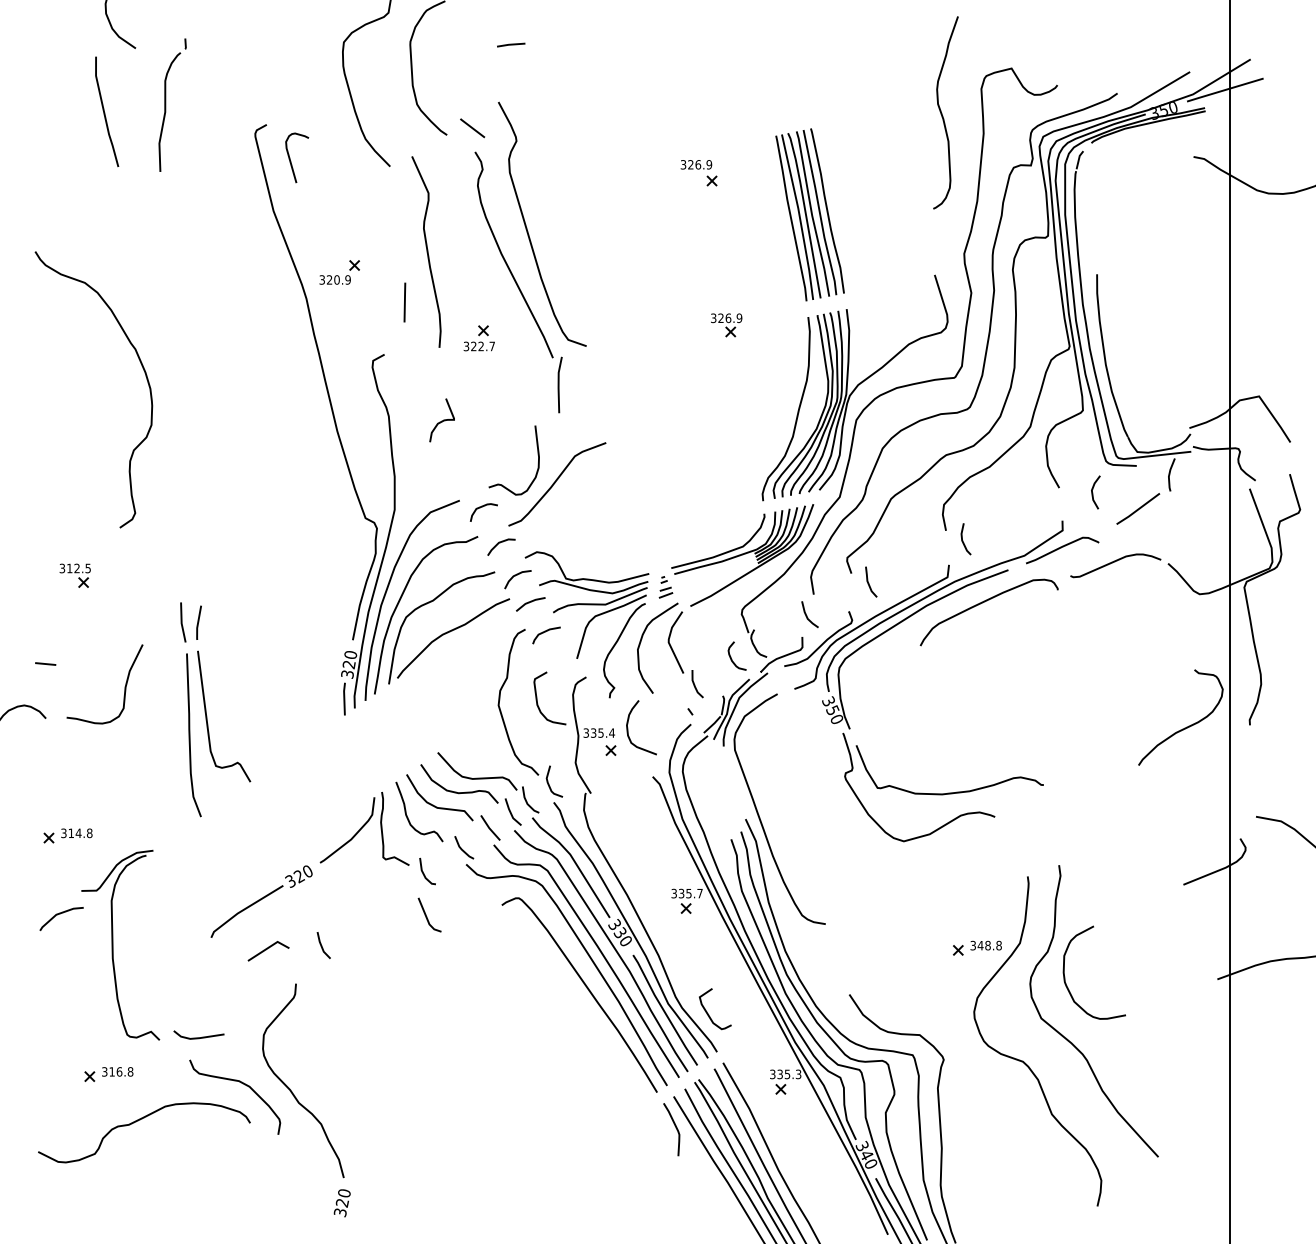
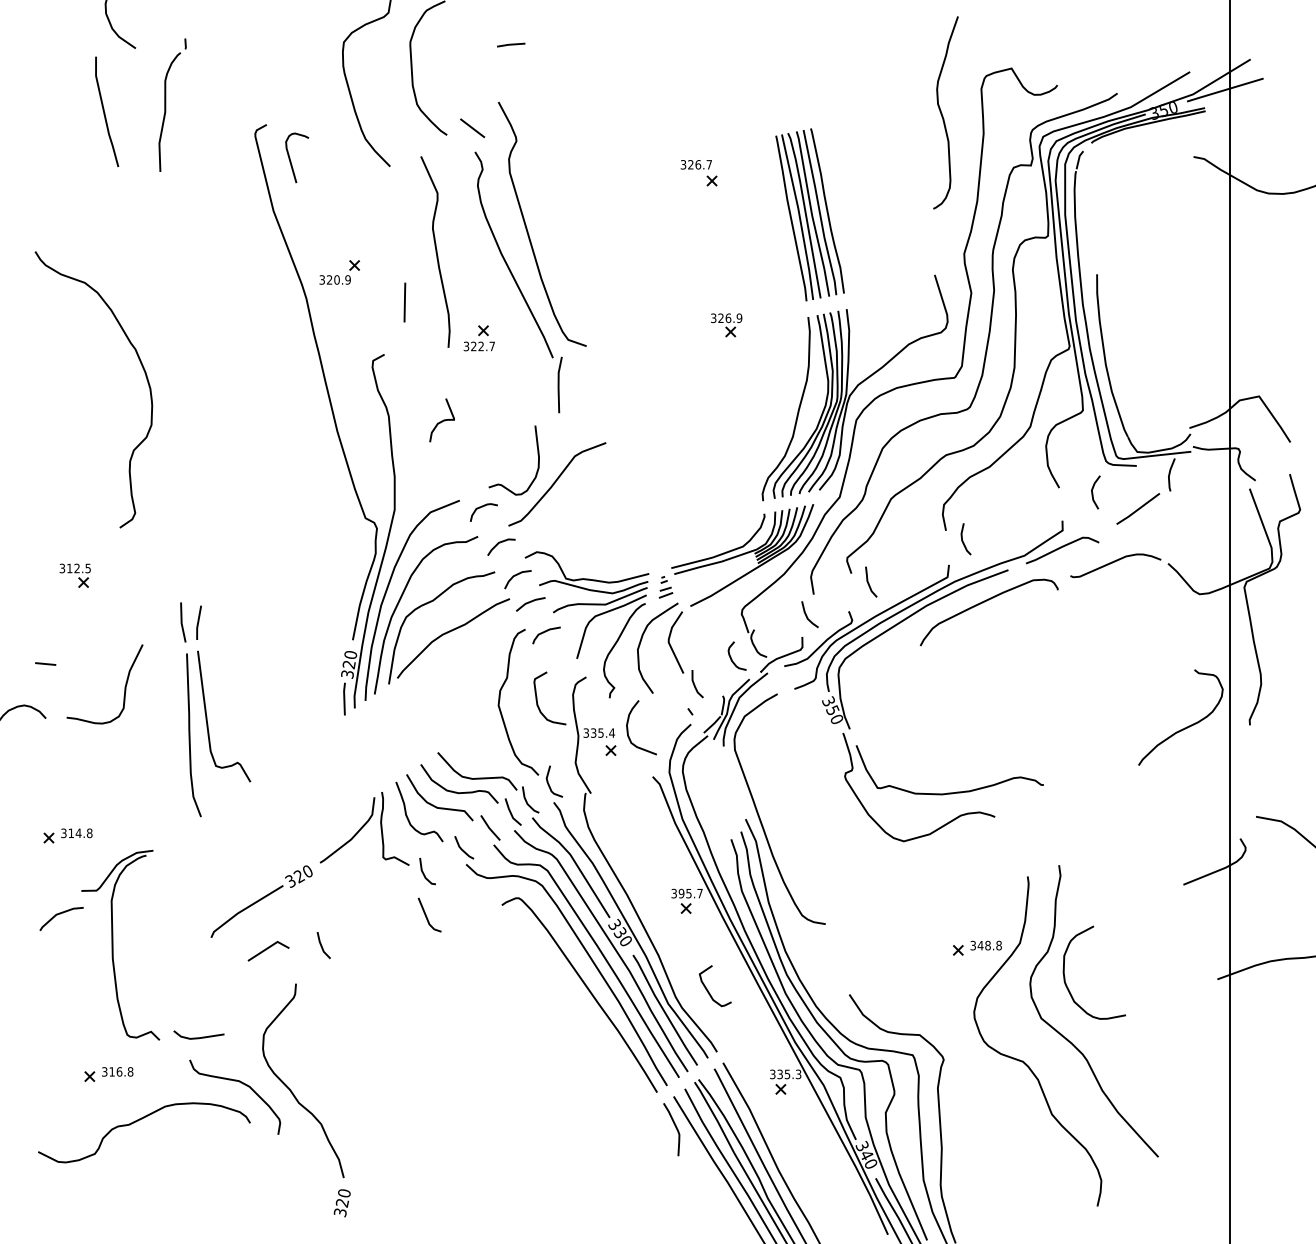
text at (709, 164): 326.9 -> 326.7
curve at (426, 251) position: (426, 251) -> (435, 251)
text at (681, 893): 335.7 -> 395.7
curve at (708, 1013) position: (708, 1013) -> (708, 990)
